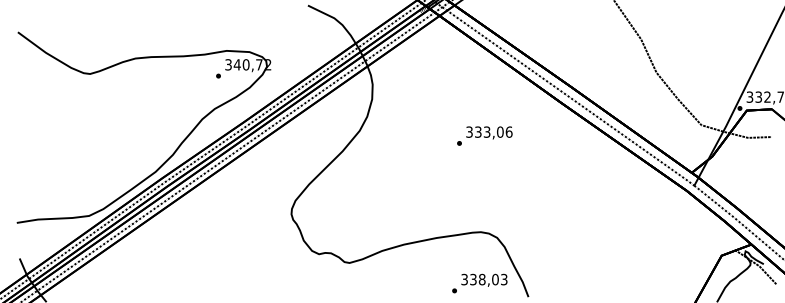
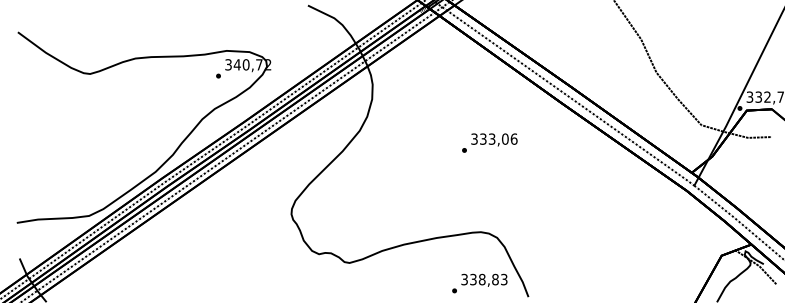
text at (484, 135) position: (484, 135) -> (489, 142)
text at (495, 279): 338,03 -> 338,83
